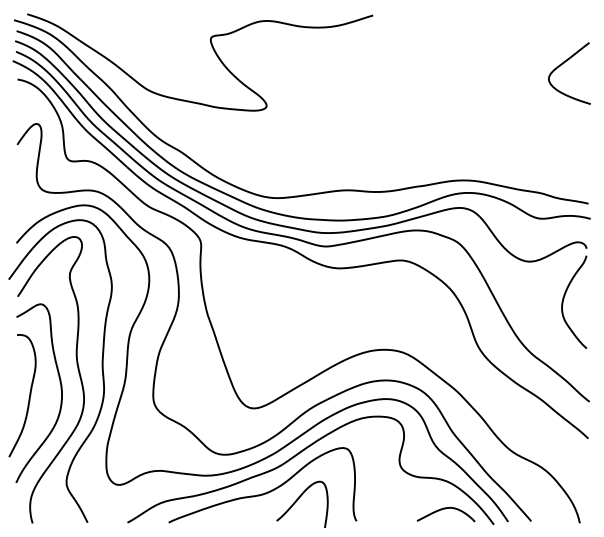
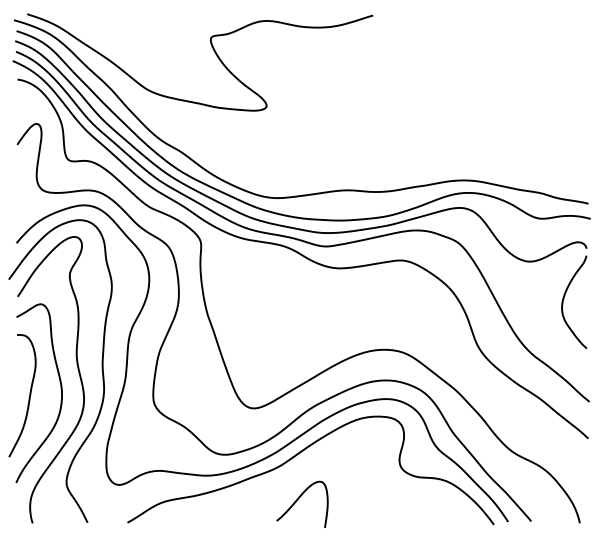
curve at (563, 64): present -> none
curve at (264, 492): present -> none
curve at (445, 509): present -> none
